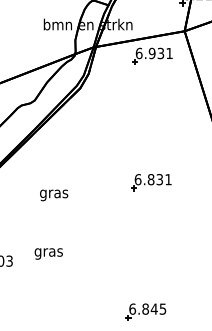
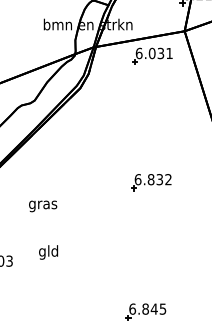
text at (151, 53): 6.931 -> 6.031
text at (168, 179): 6.831 -> 6.832
text at (54, 195) position: (54, 195) -> (43, 206)
text at (48, 252): gras -> gld
